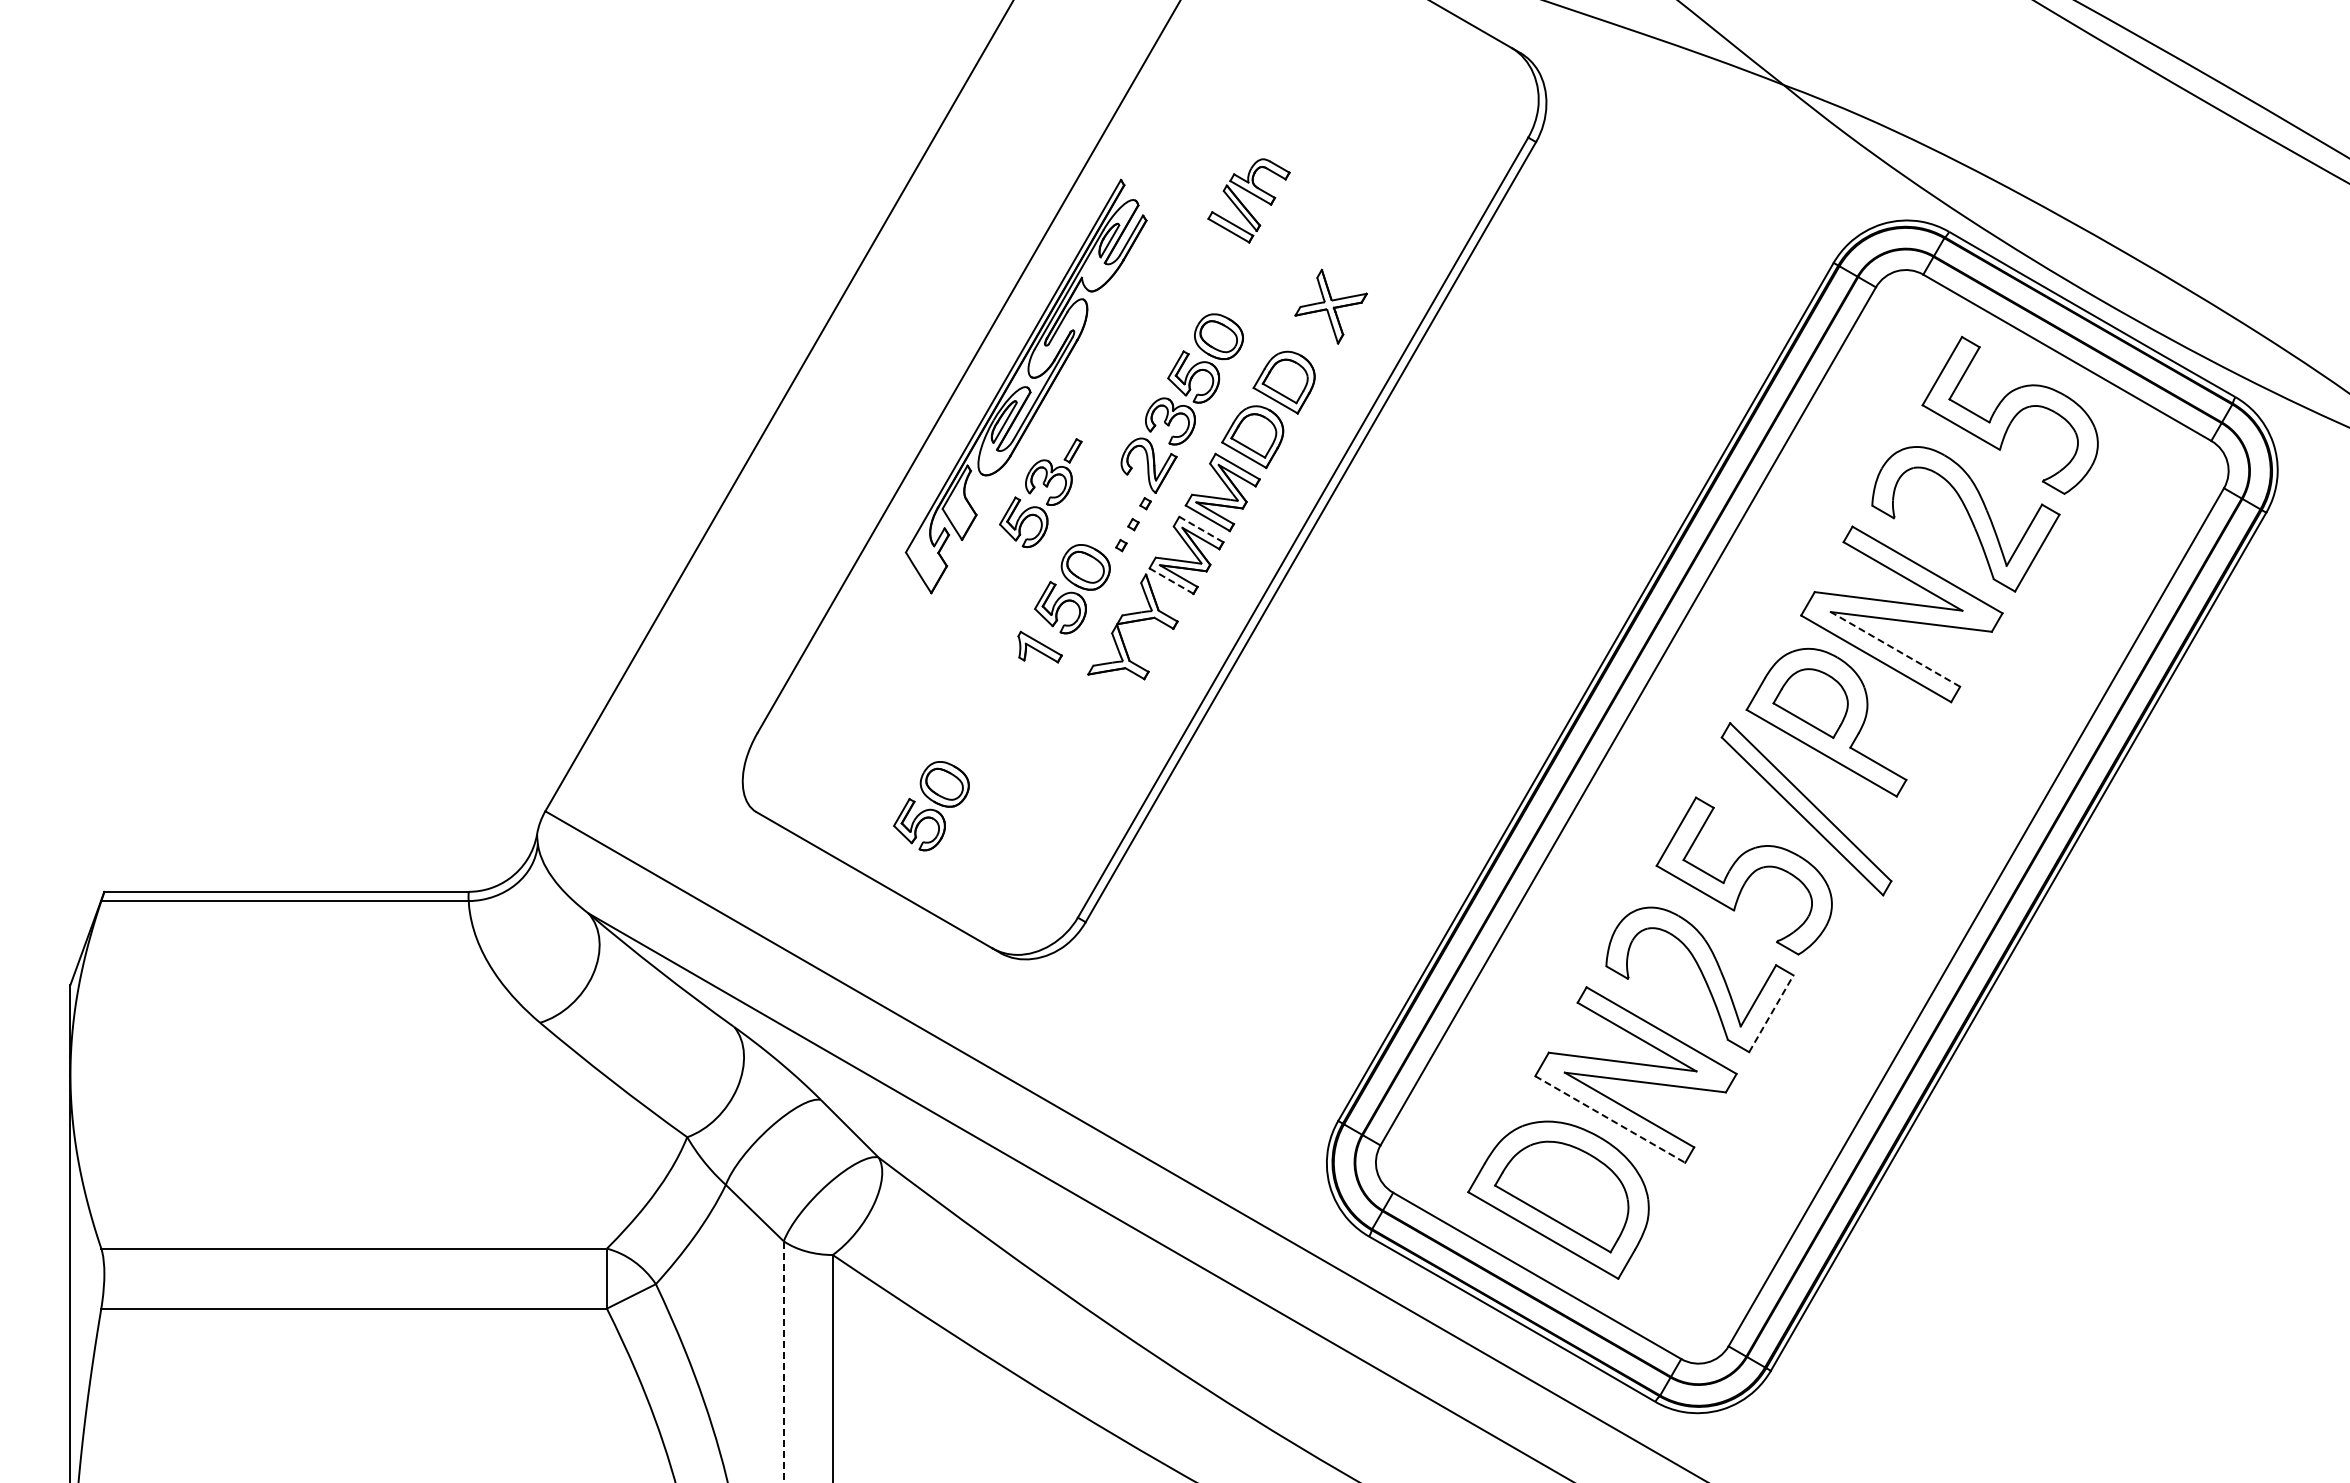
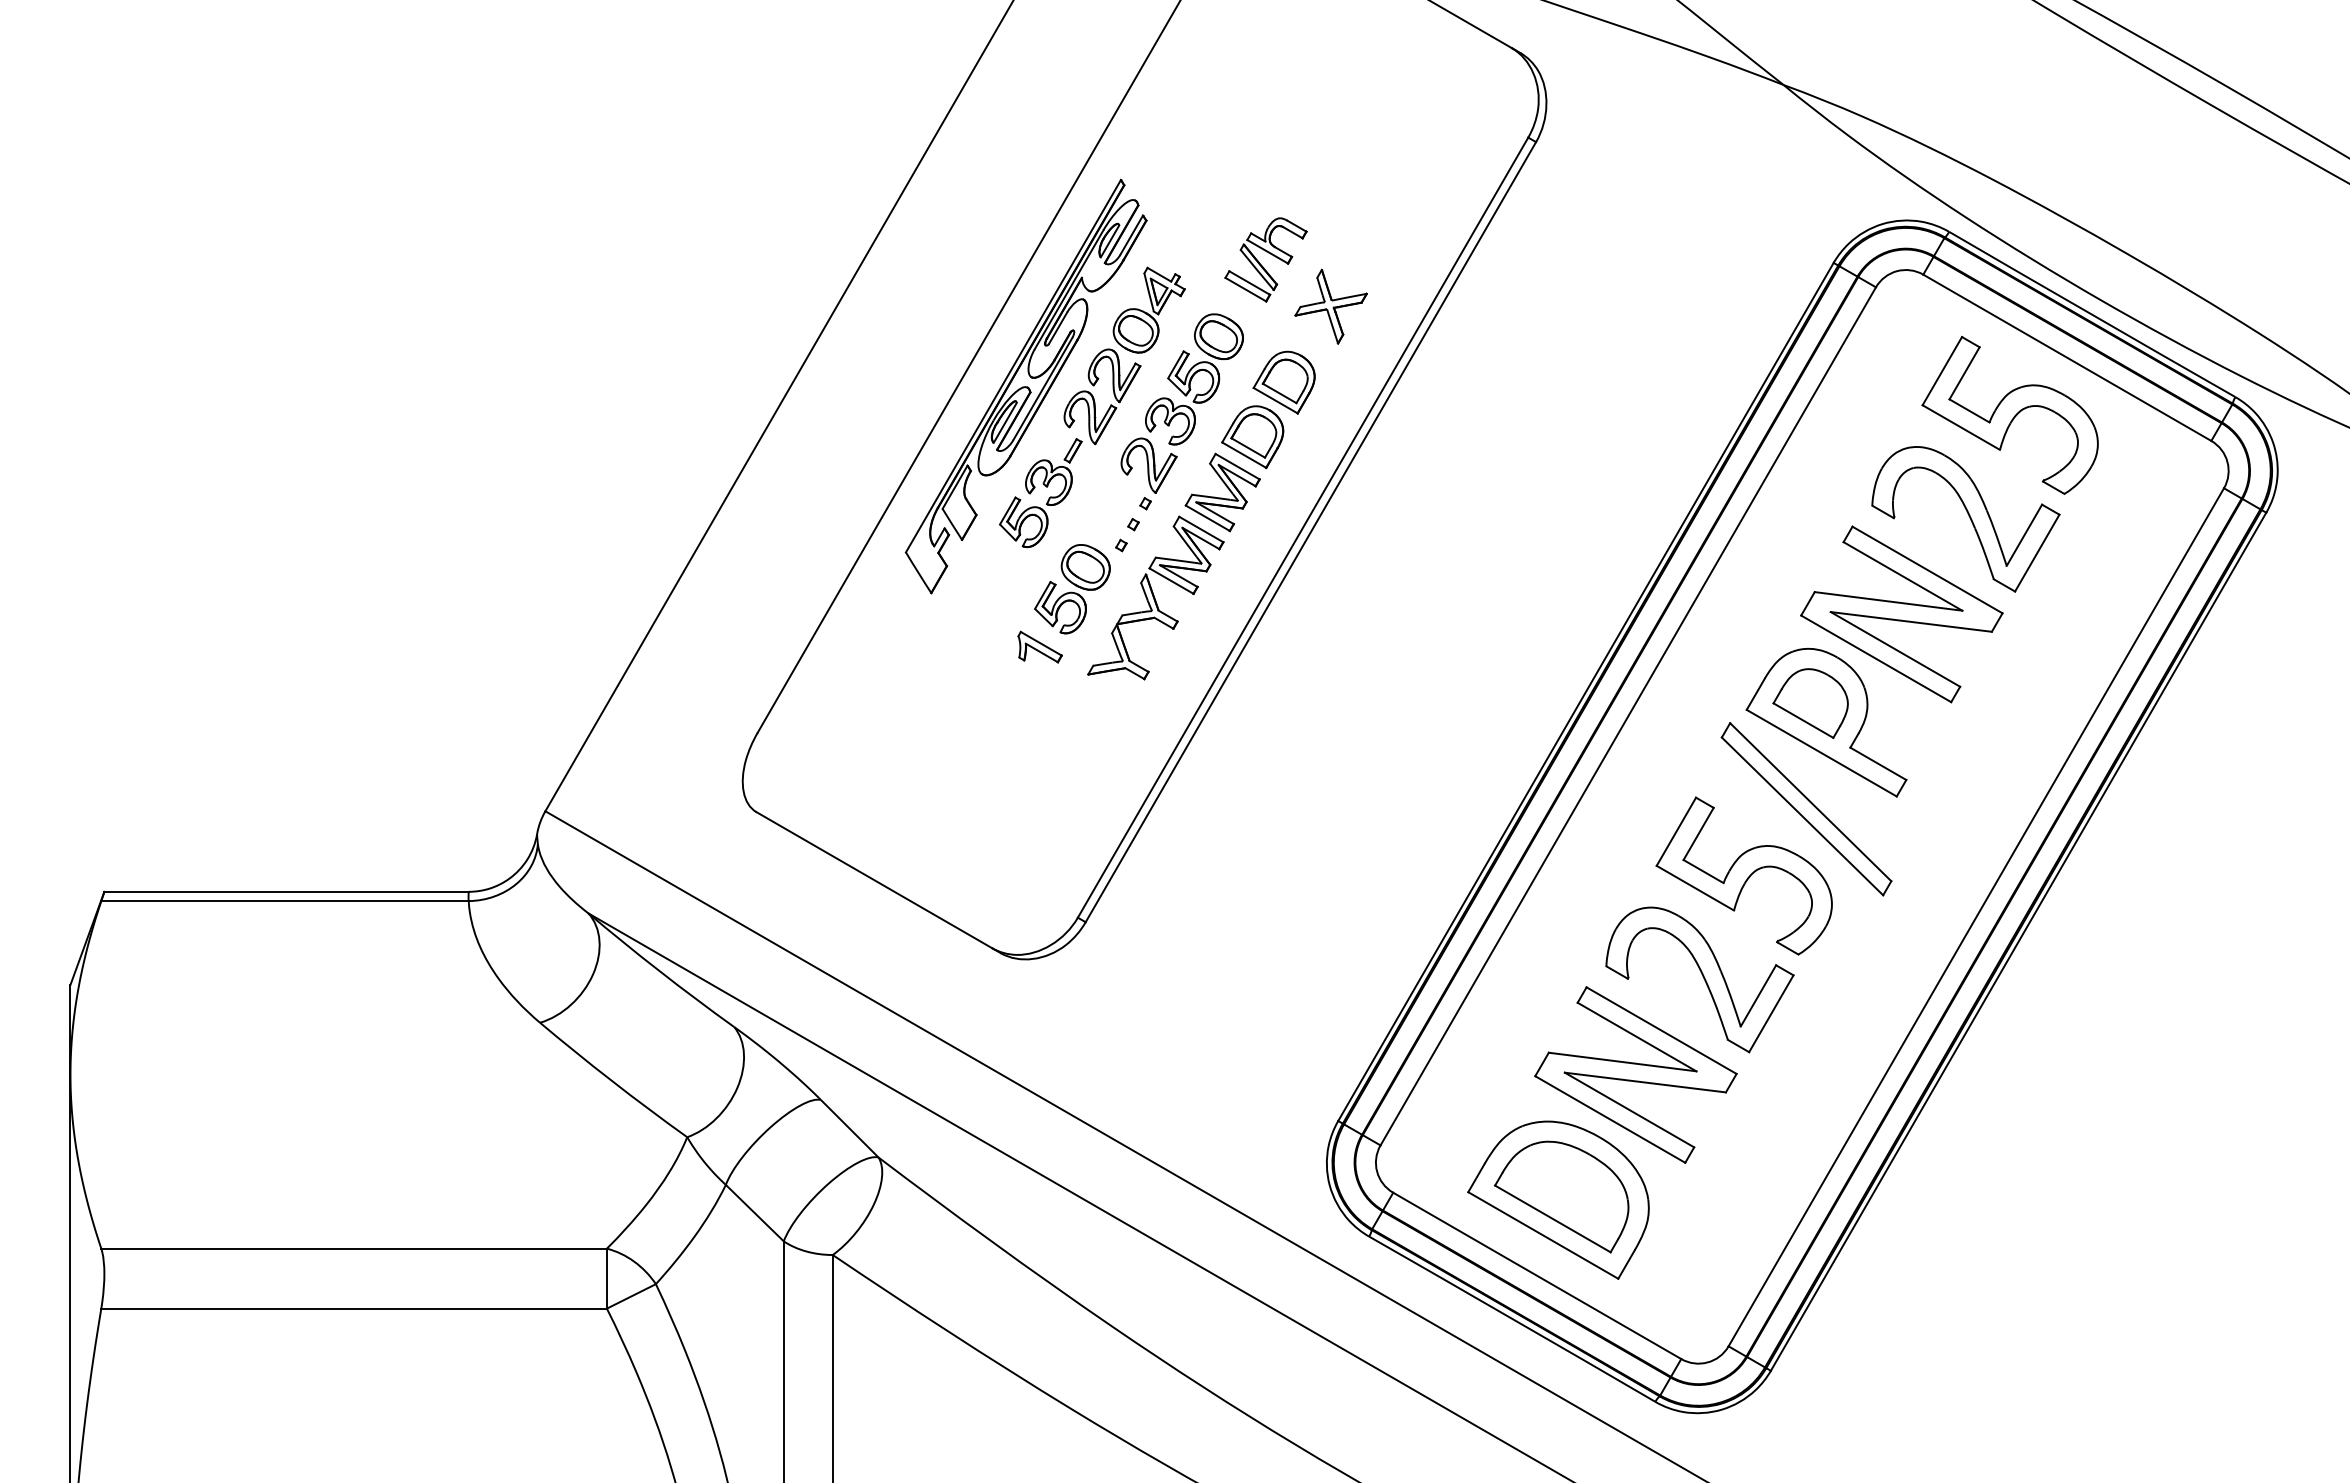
part at (1242, 202) position: (1242, 202) -> (1259, 261)
part at (1124, 355): none -> present
line at (1200, 529): dashed -> solid
line at (1171, 581): dashed -> solid
line at (1895, 649): dashed -> solid
part at (931, 806): present -> none
line at (1771, 1013): dashed -> solid
line at (1610, 1119): dashed -> solid
line at (783, 1361): dashed -> solid
